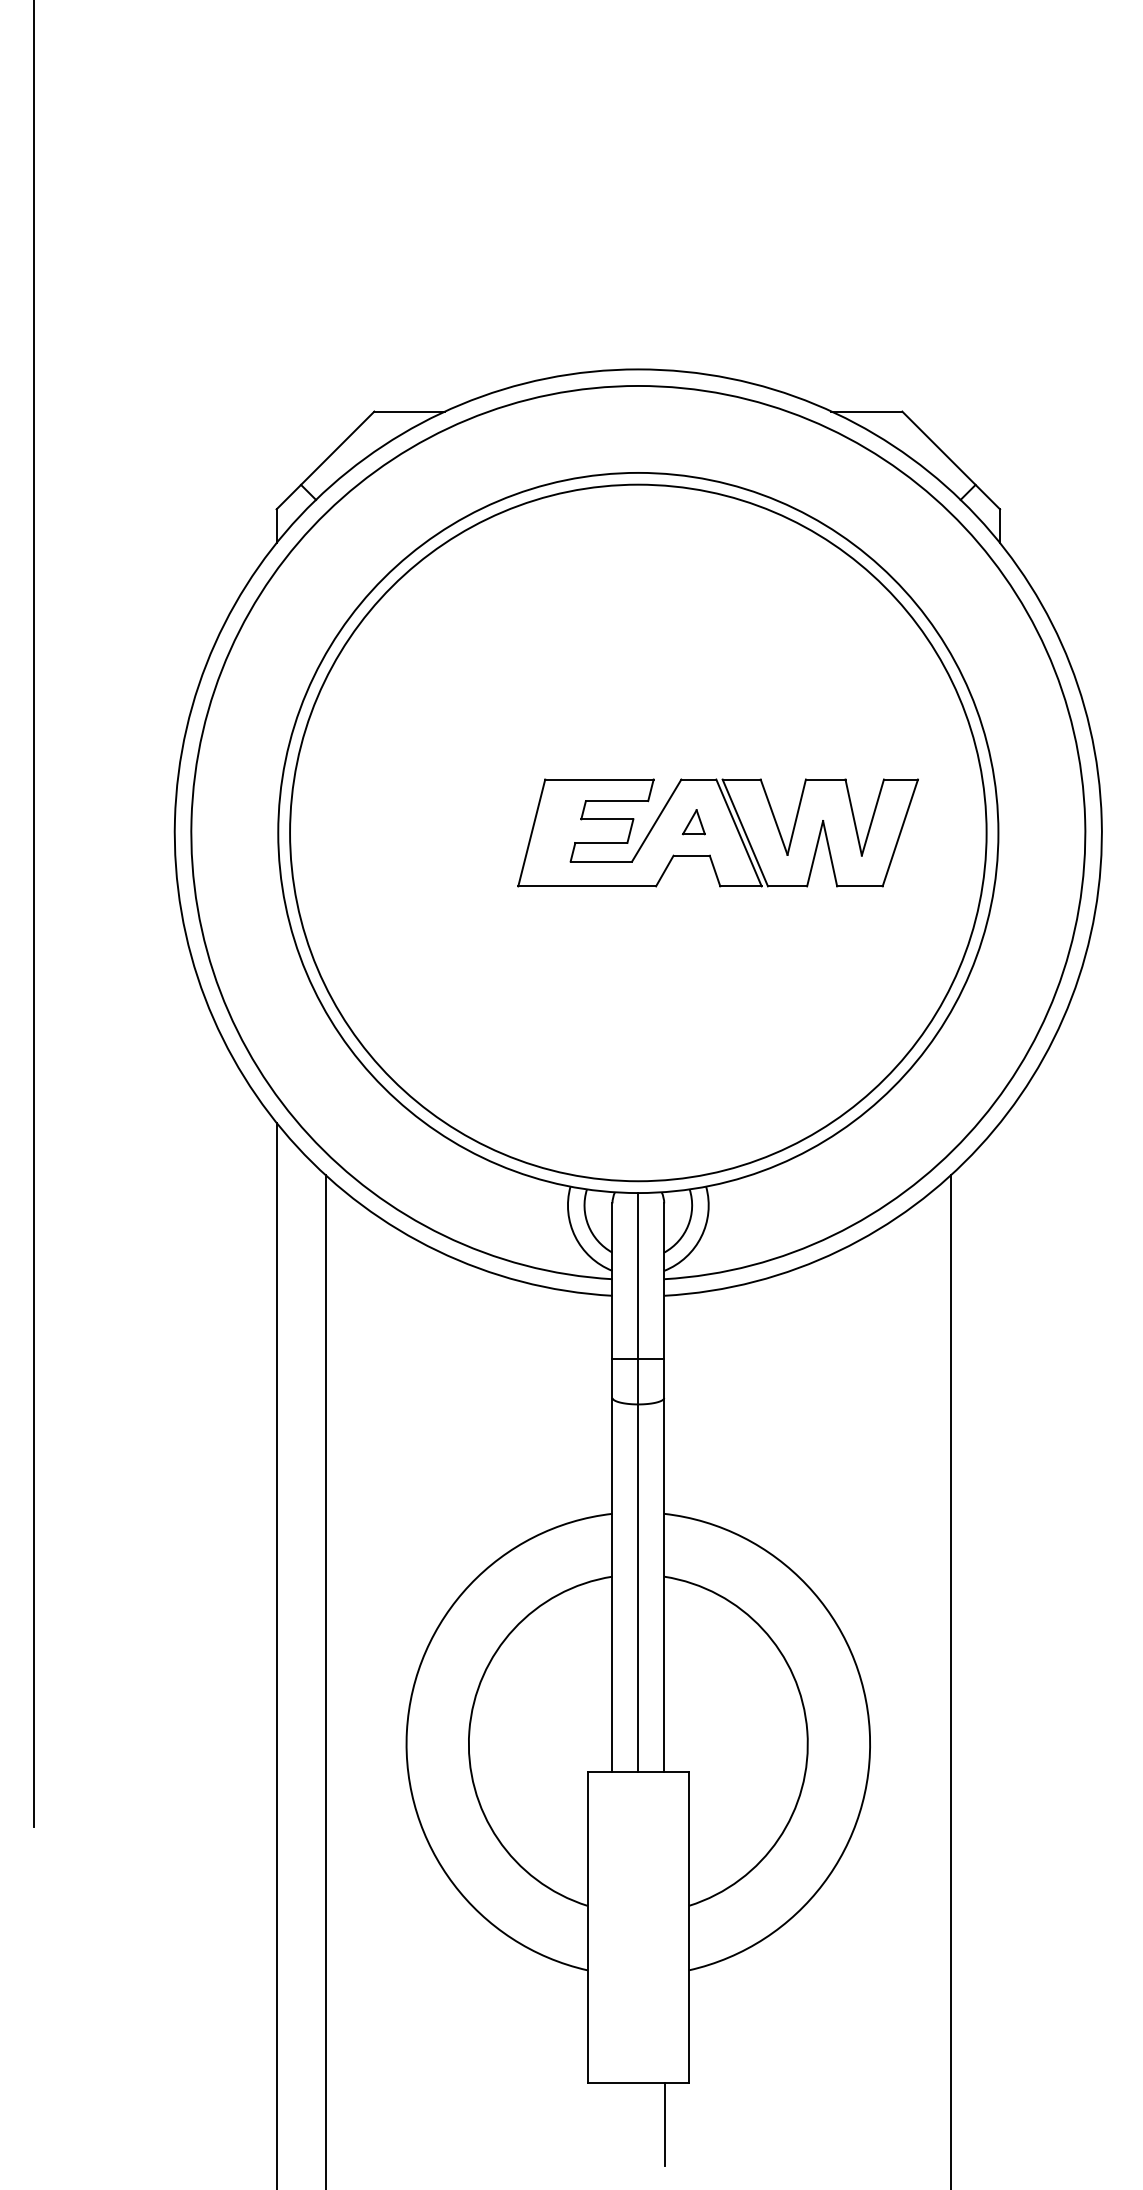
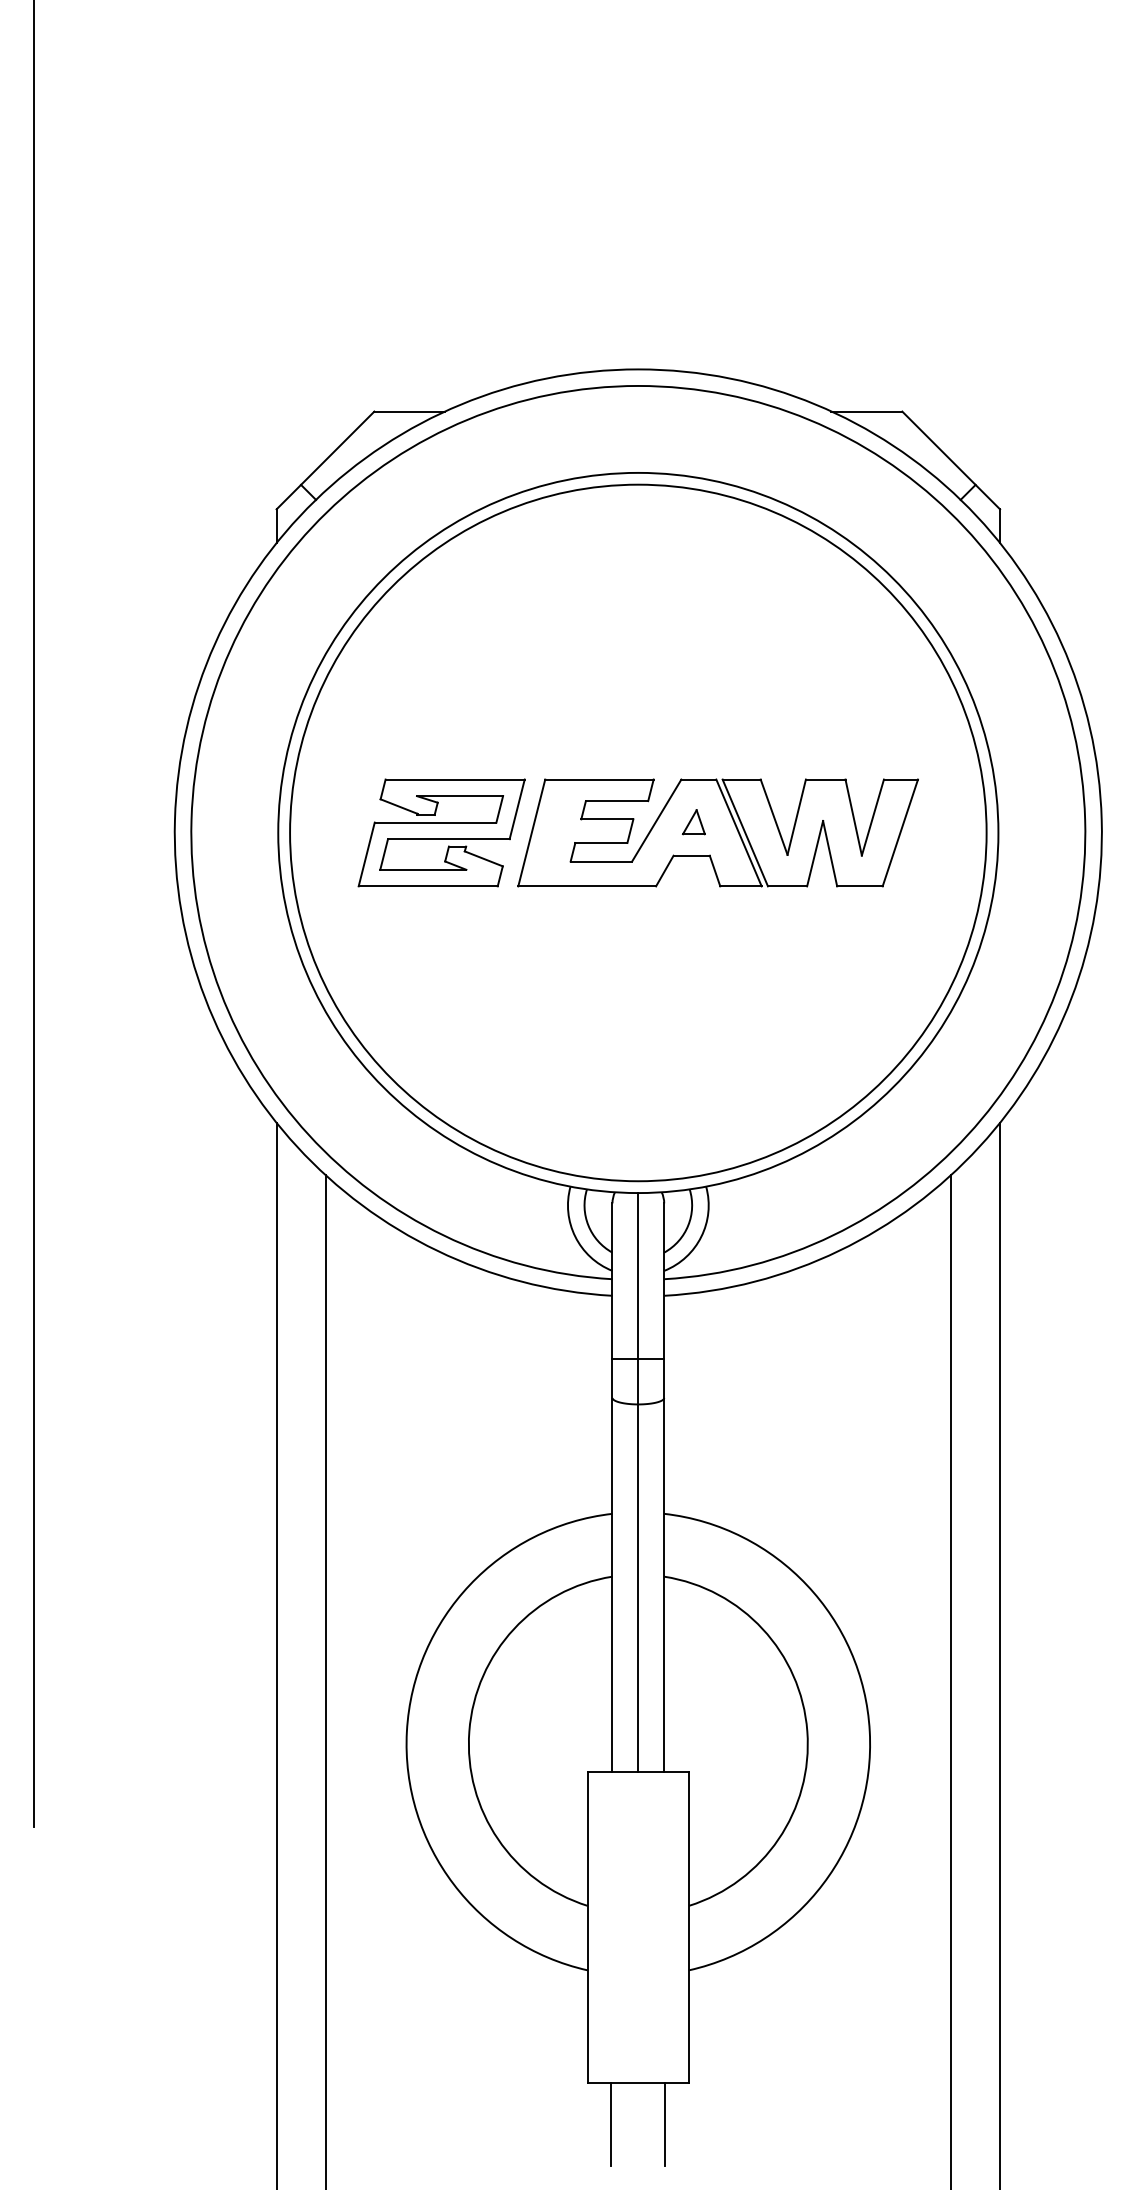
part at (441, 832): none -> present
line at (1000, 1654): none -> present
line at (611, 2123): none -> present
